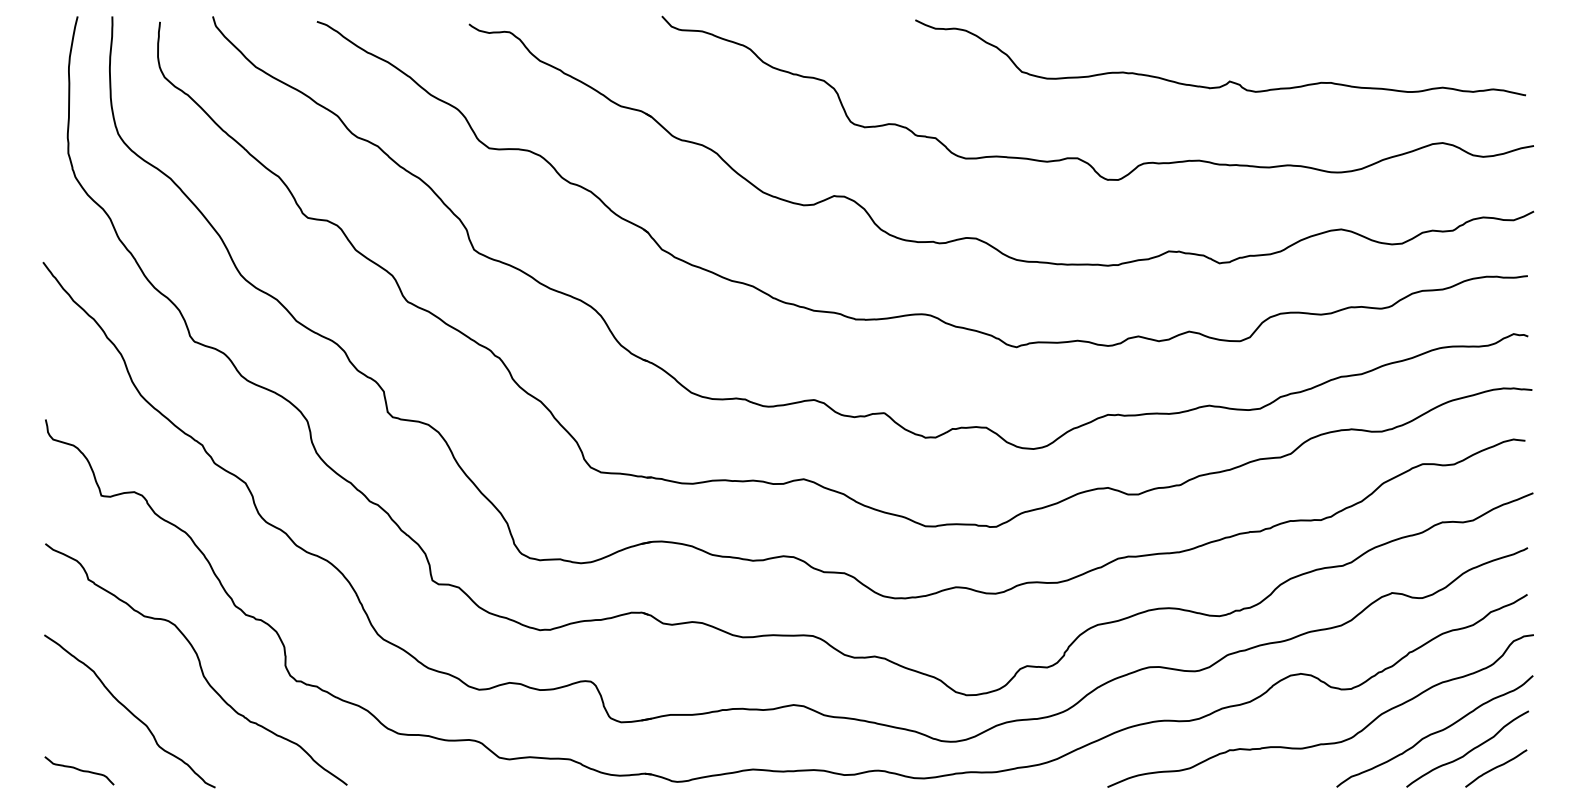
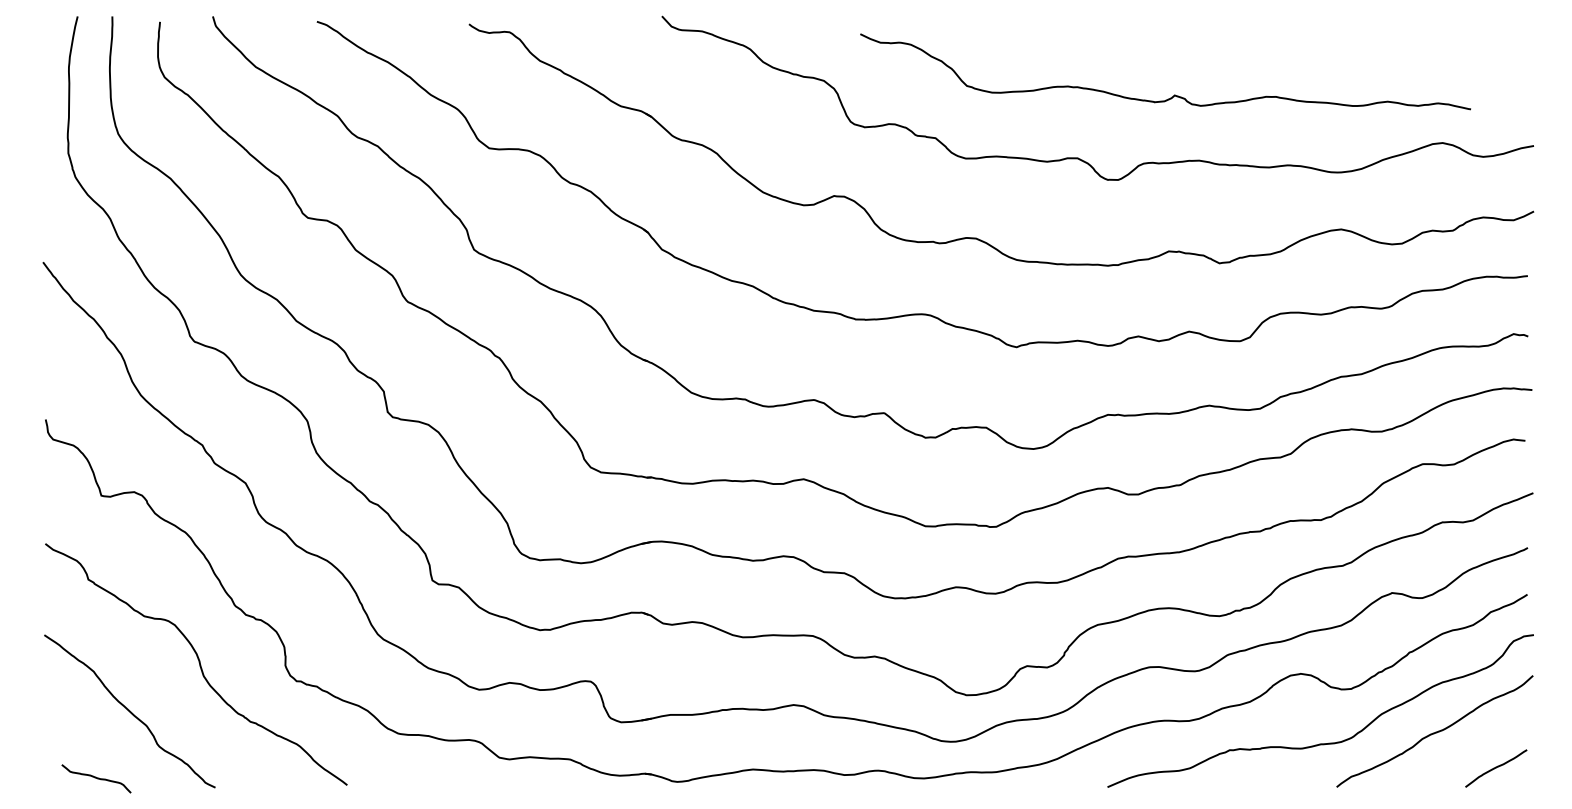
curve at (1229, 80) position: (1229, 80) -> (1174, 94)
curve at (1469, 750): present -> none
curve at (79, 770) position: (79, 770) -> (96, 778)
